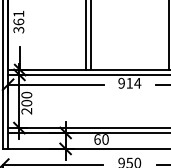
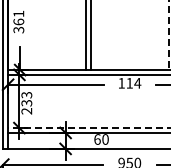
line at (168, 35): solid -> dashed
text at (121, 82): 914 -> 114
text at (26, 98): 200 -> 233
line at (88, 128): solid -> dashed
